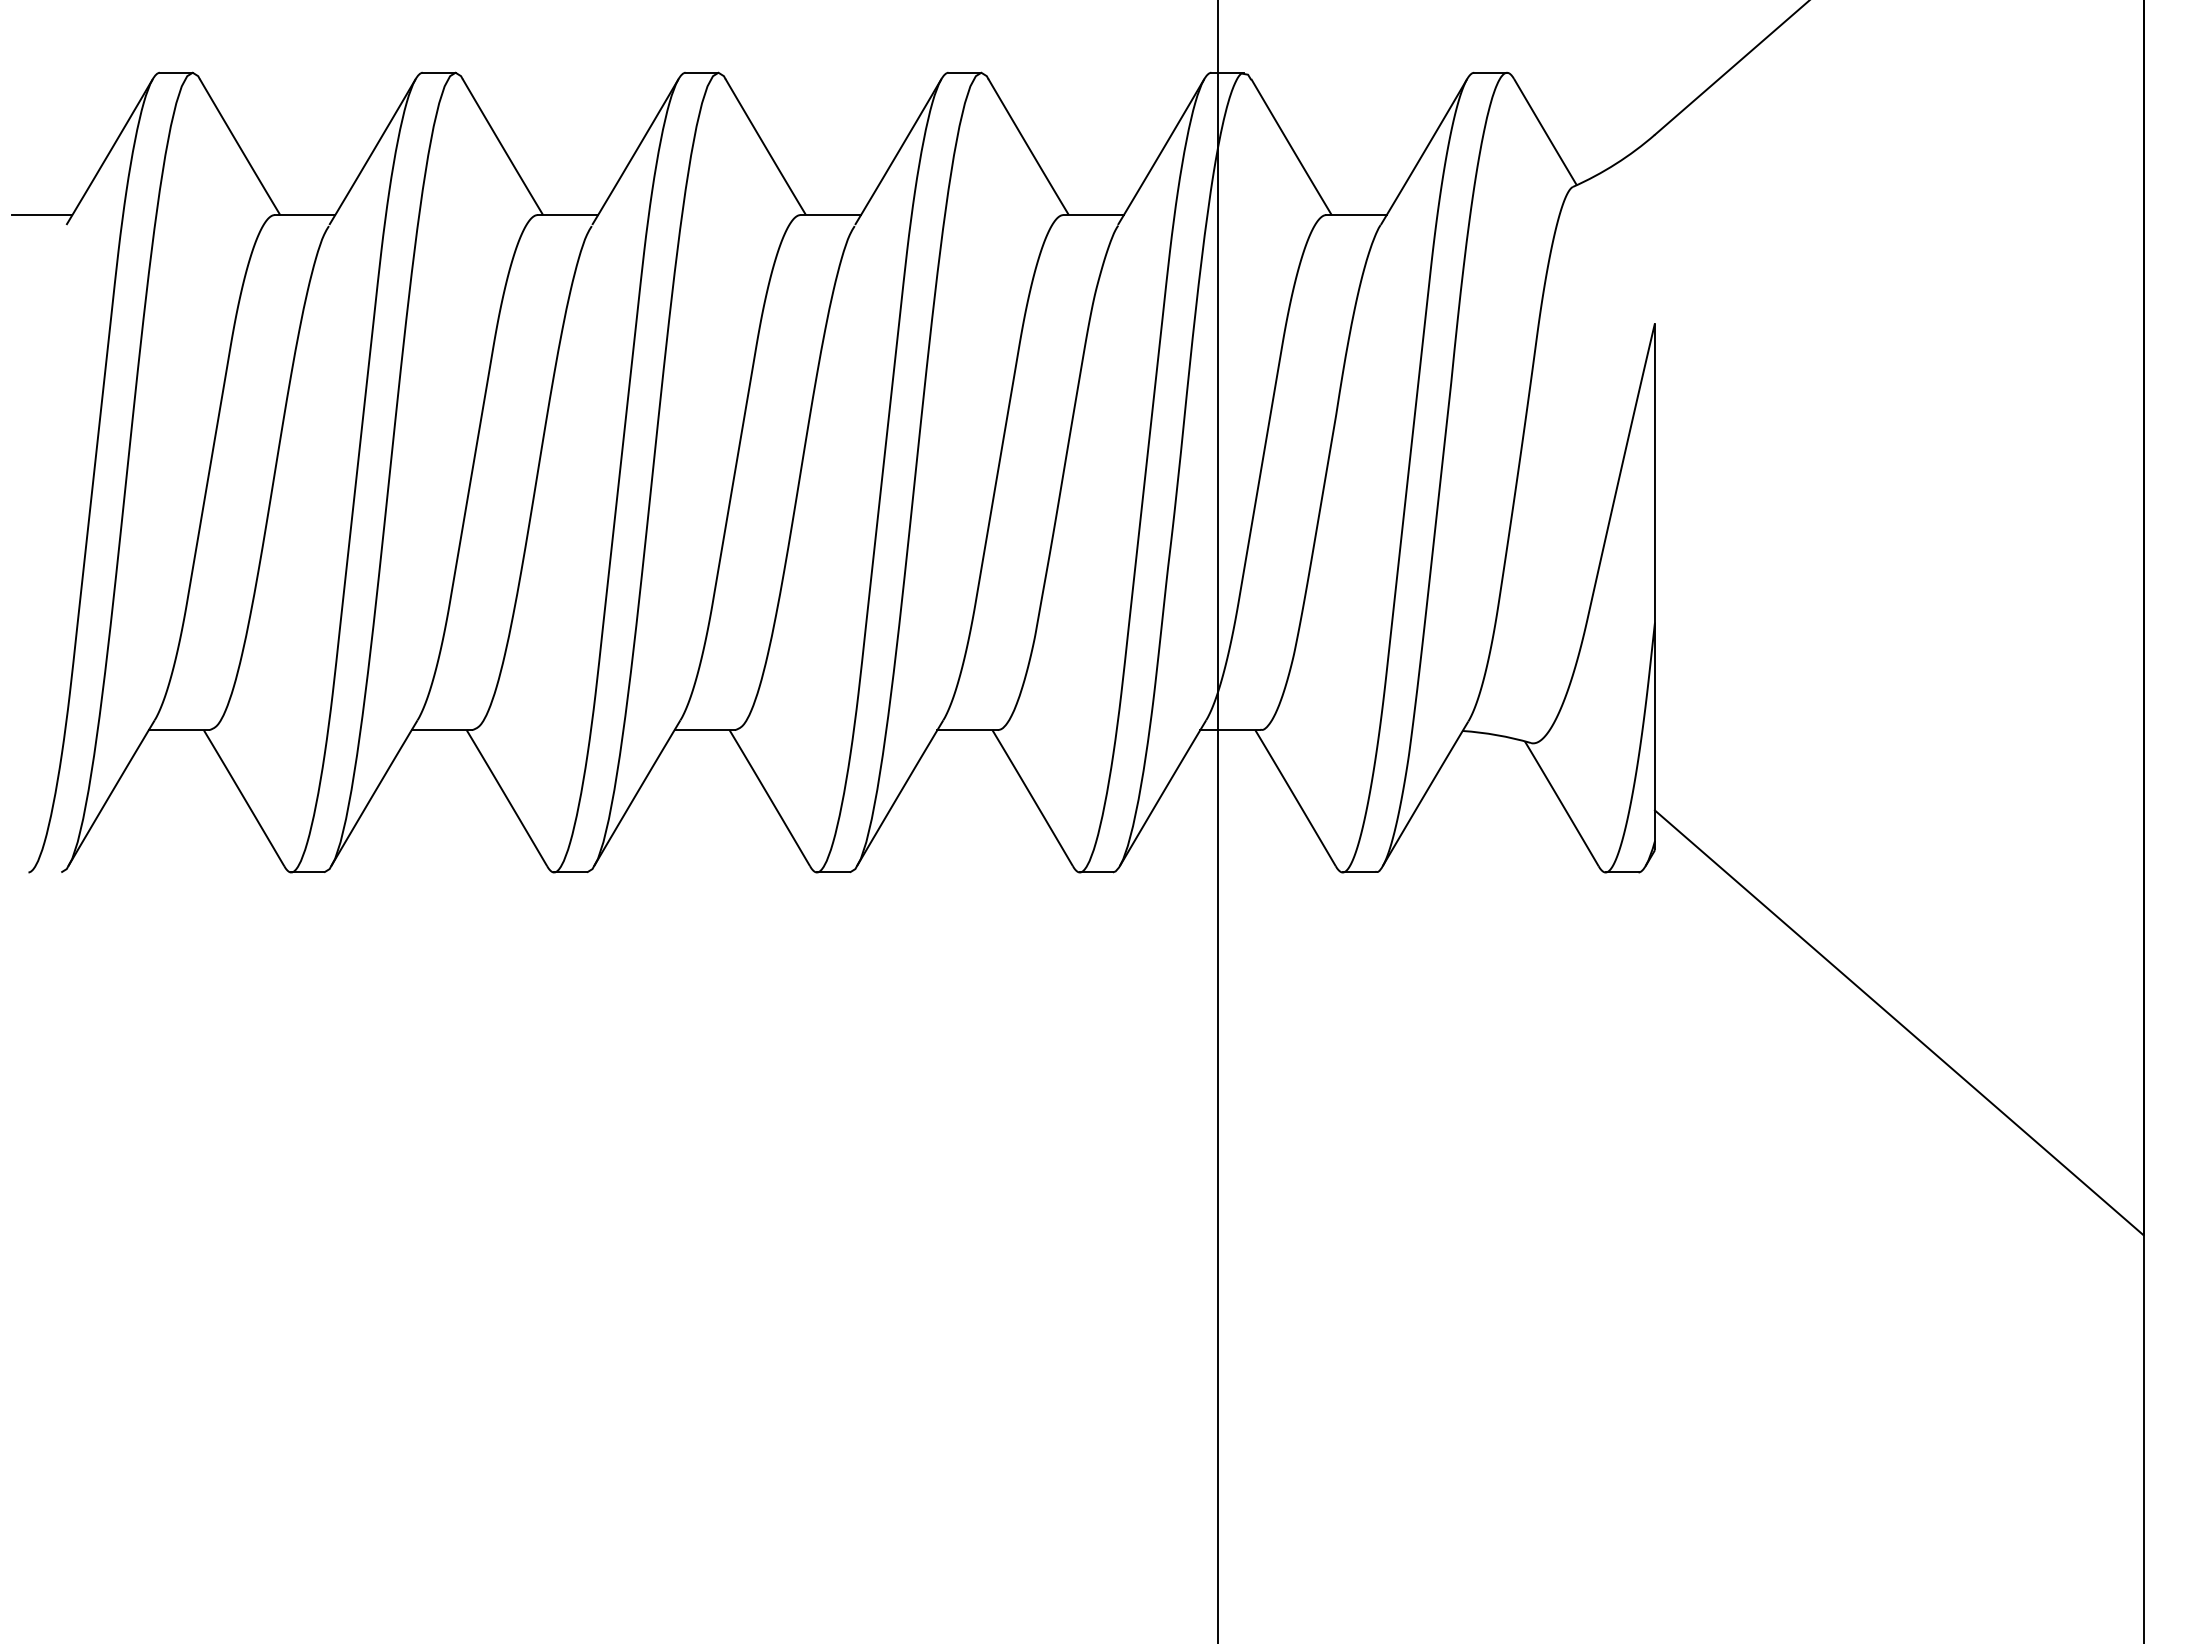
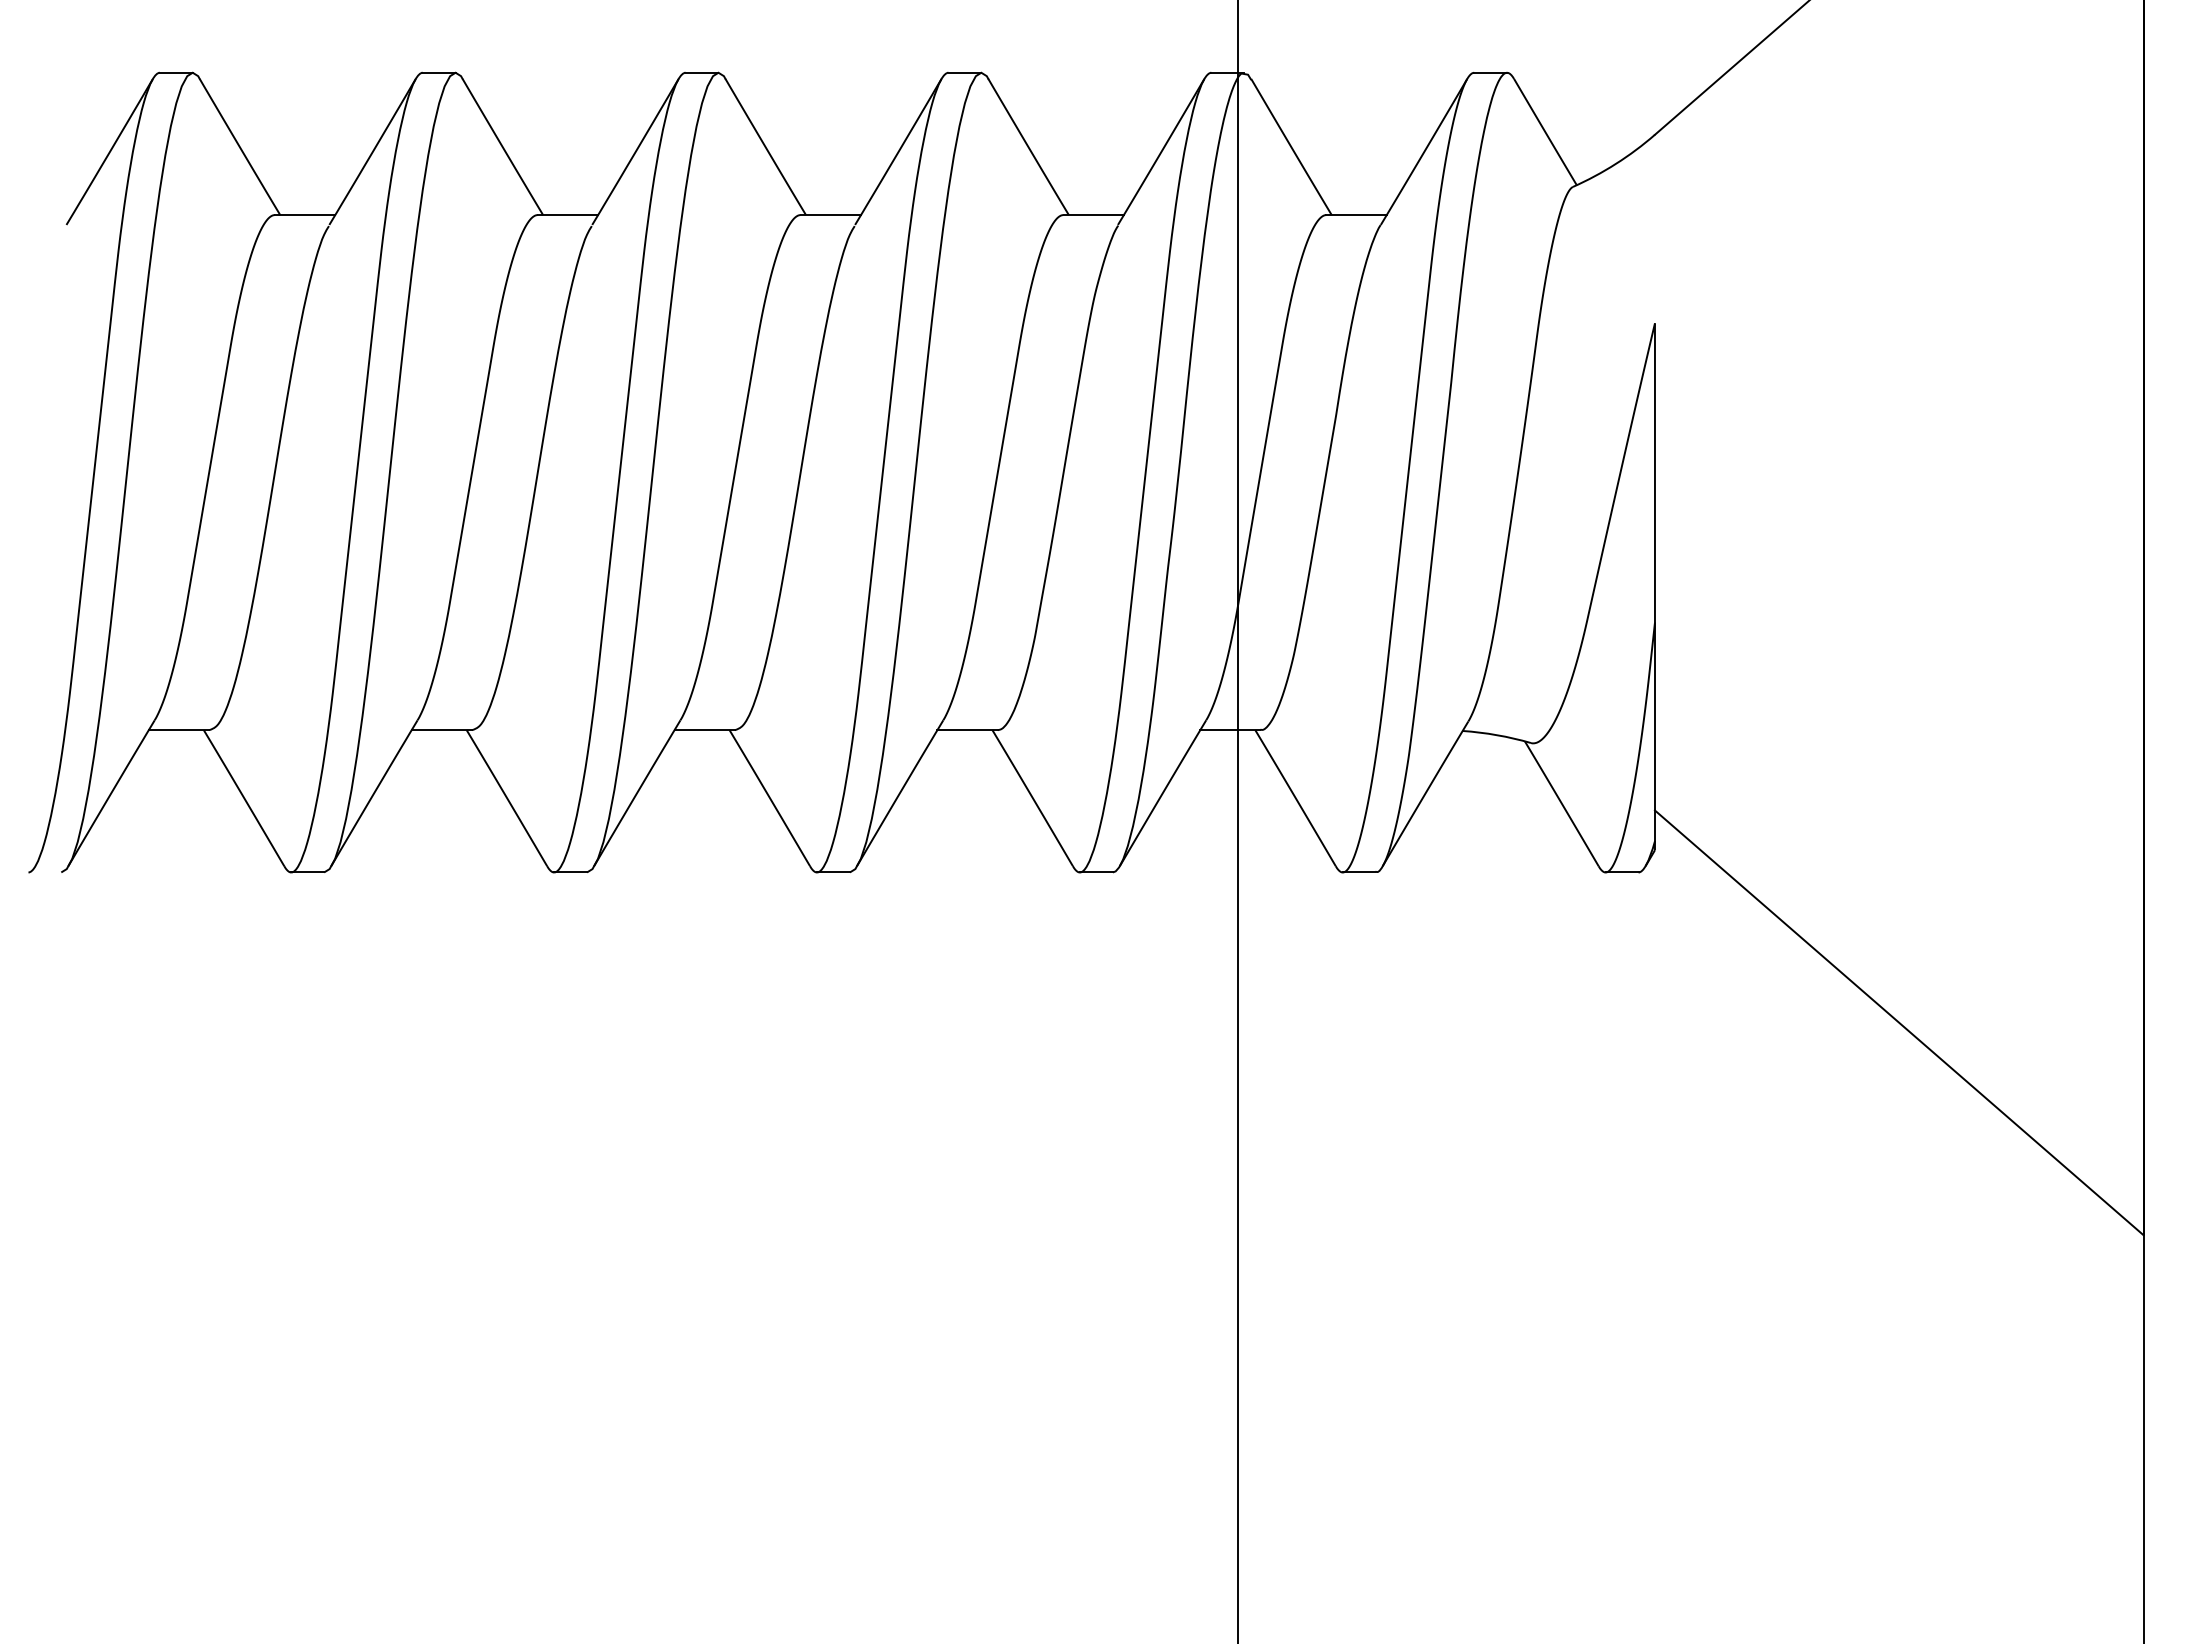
line at (42, 215): present -> none
line at (1218, 821) position: (1218, 821) -> (1238, 821)
